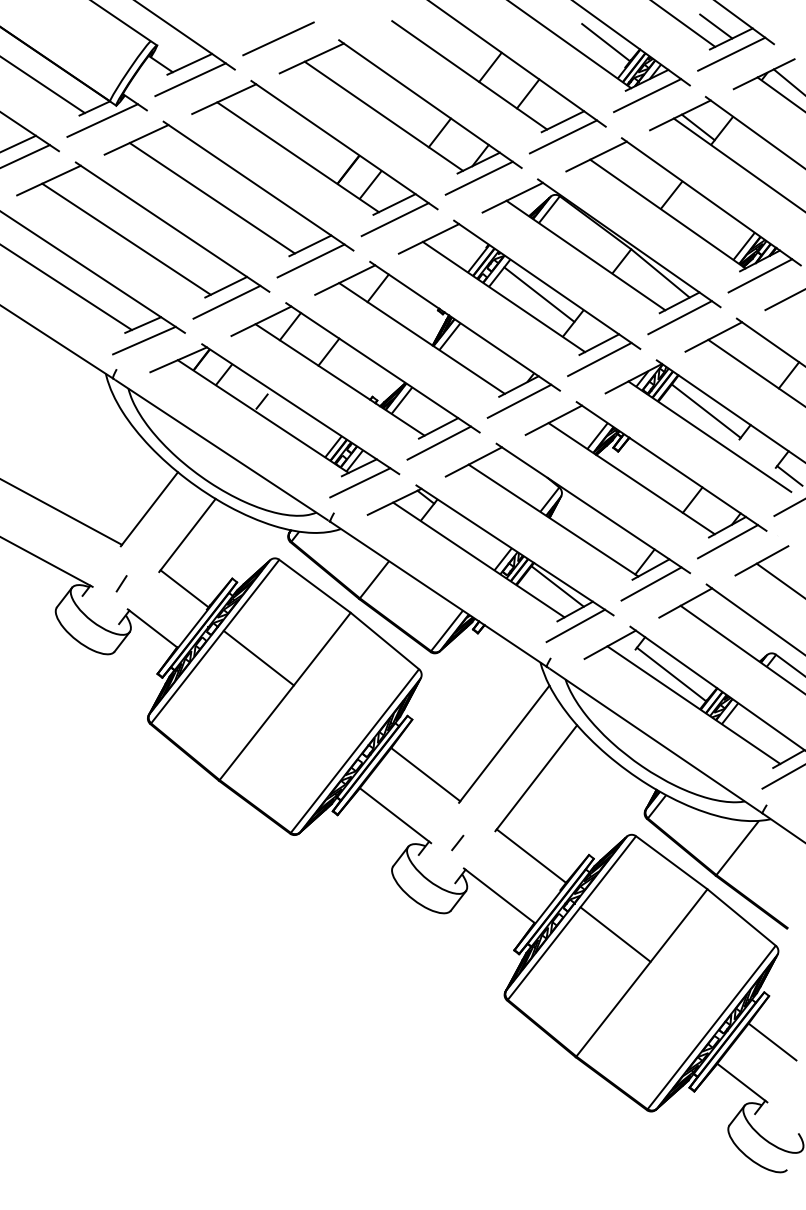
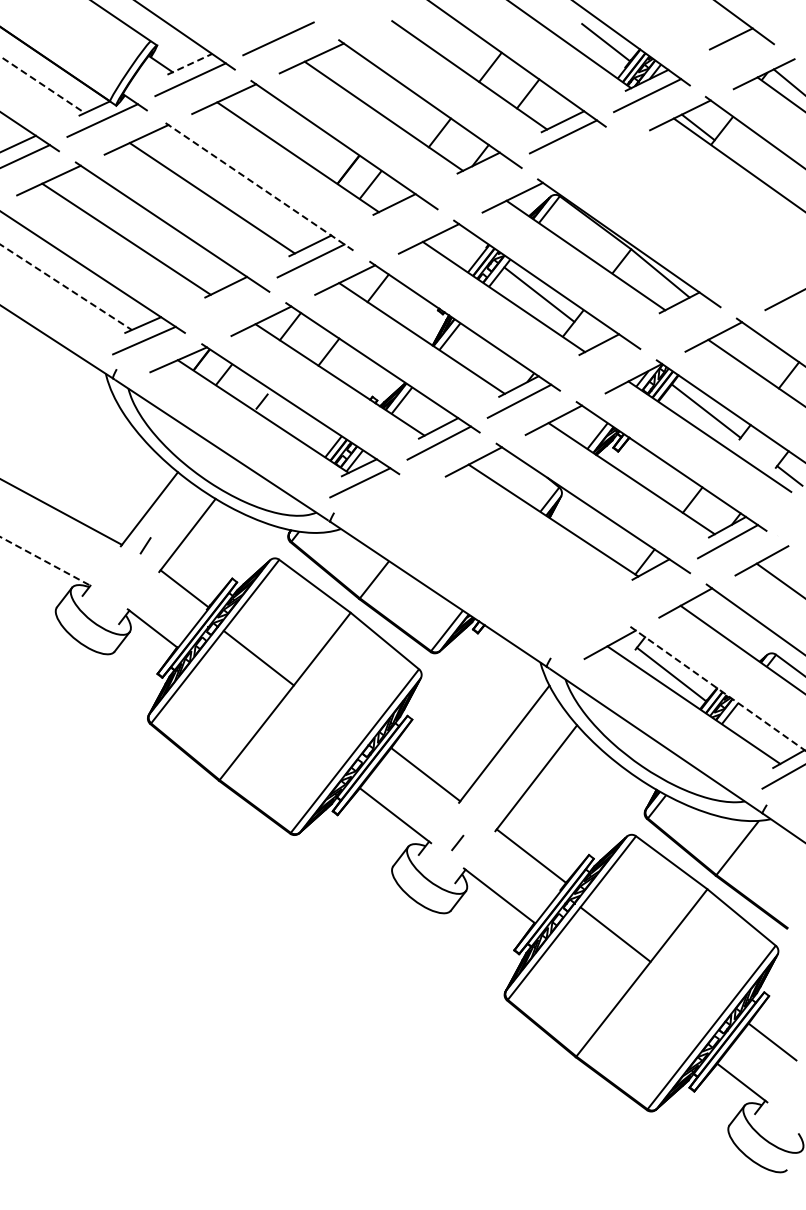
line at (684, 24): present -> none
line at (716, 26): present -> none
line at (731, 53): present -> none
line at (189, 64): solid -> dashed
line at (42, 84): solid -> dashed
line at (478, 177): present -> none
line at (258, 186): solid -> dashed
part at (683, 215): present -> none
line at (394, 219): present -> none
line at (66, 287): solid -> dashed
line at (226, 301): present -> none
line at (679, 317): present -> none
line at (599, 359): present -> none
line at (788, 508): present -> none
line at (46, 562): solid -> dashed
part at (490, 563): present -> none
line at (121, 583) position: (121, 583) -> (145, 545)
line at (651, 583): present -> none
line at (717, 688): solid -> dashed
